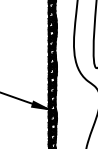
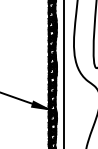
line at (63, 73): none -> present
